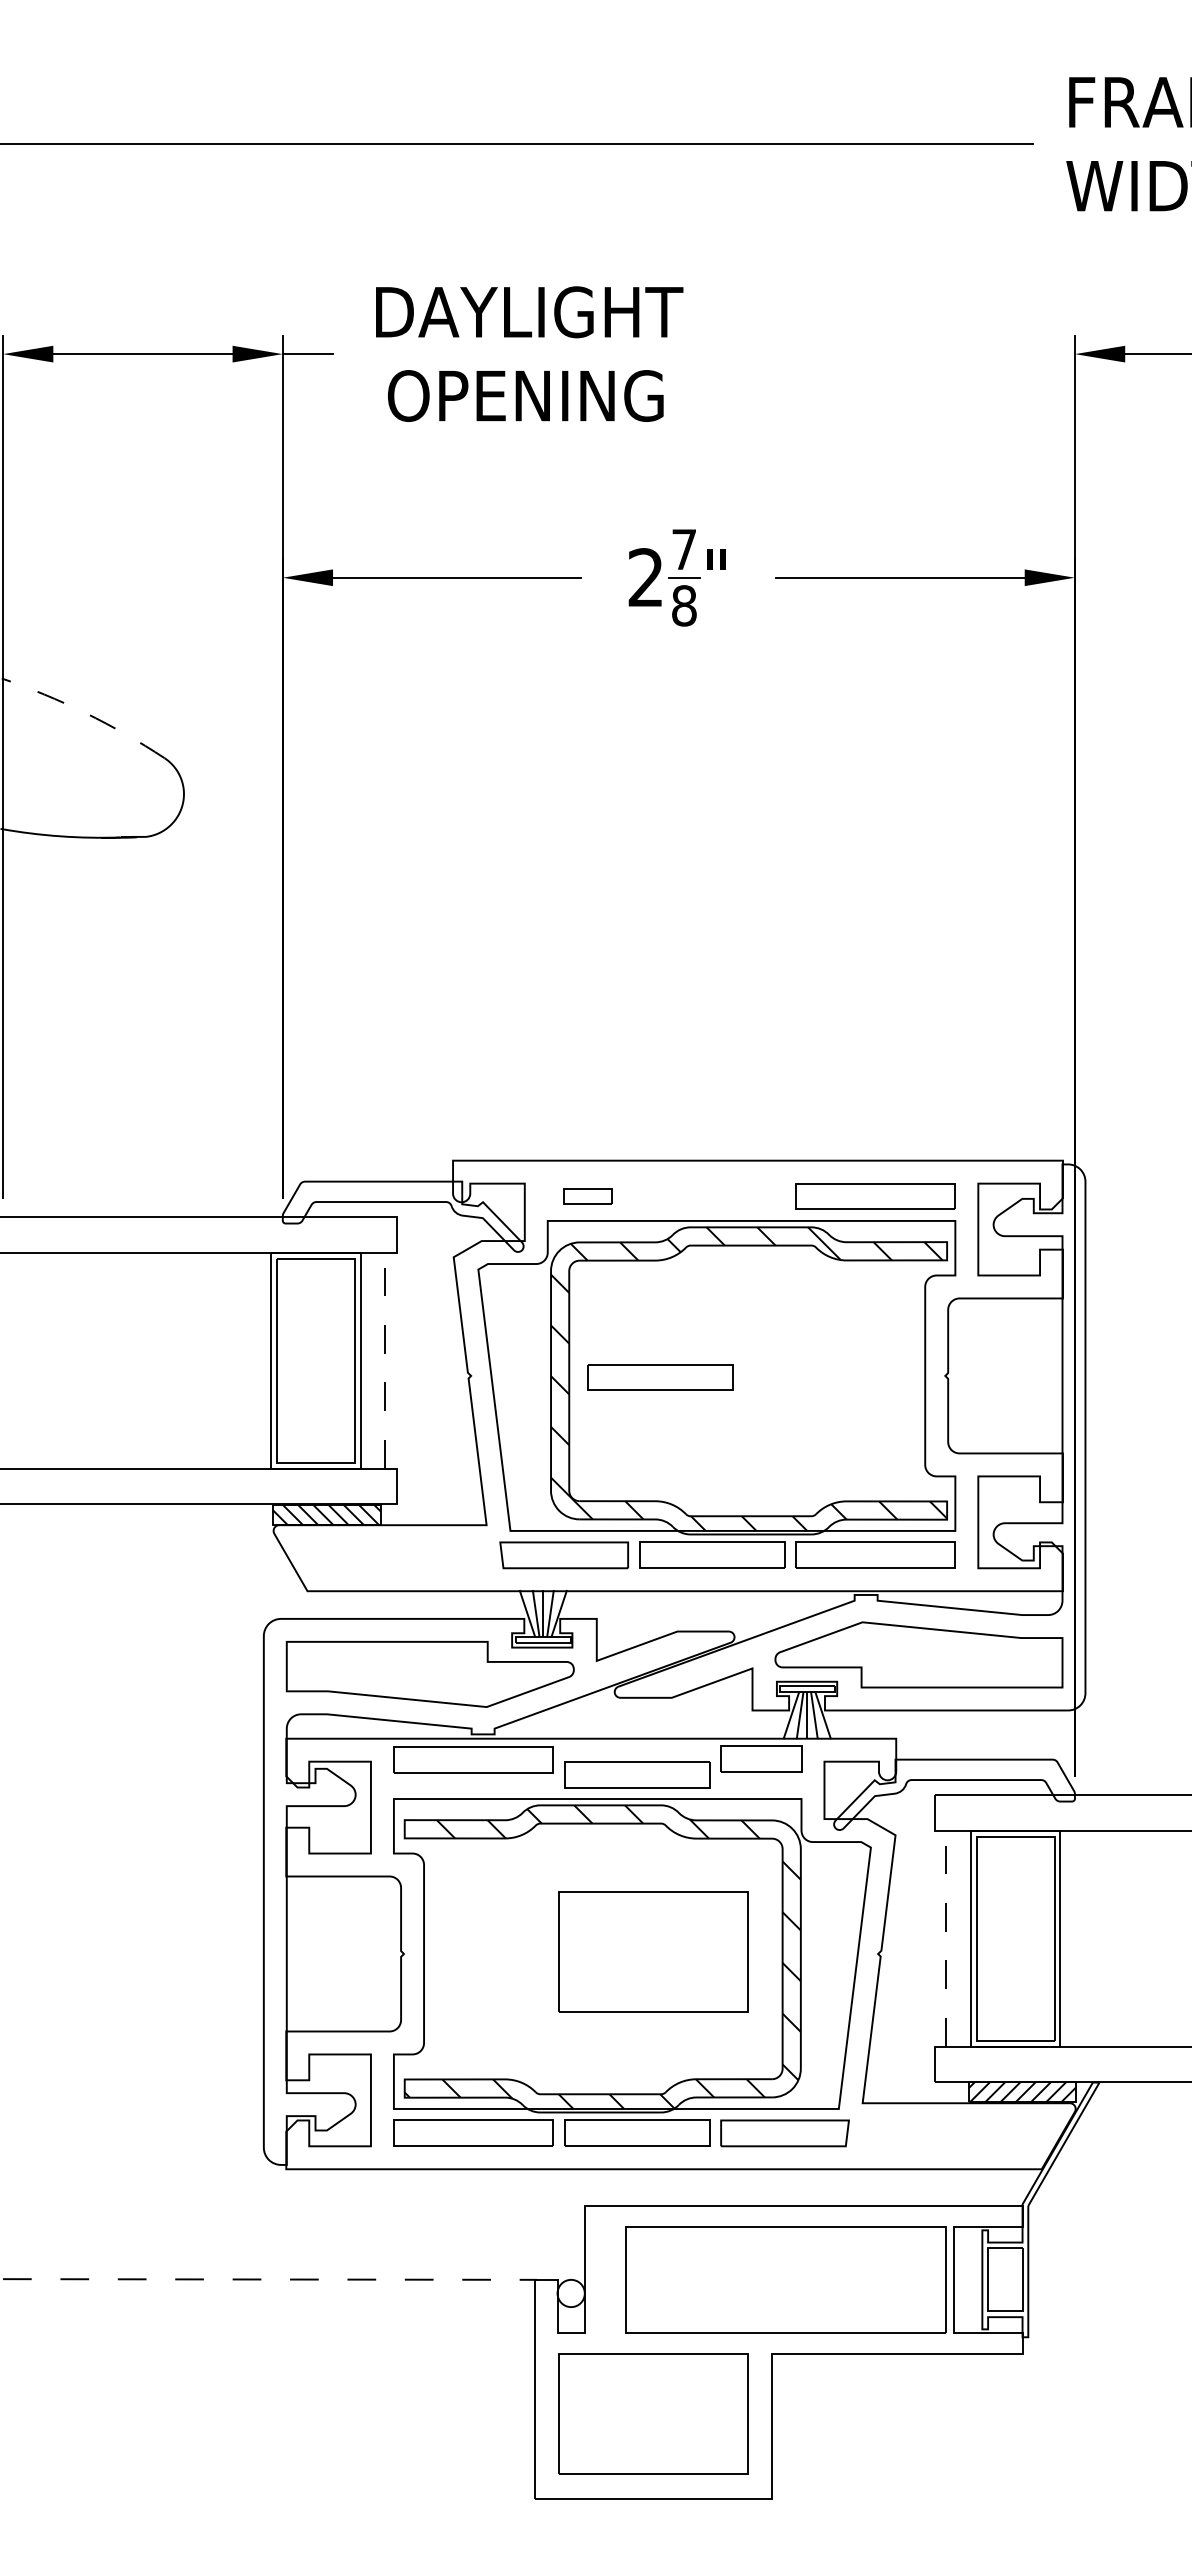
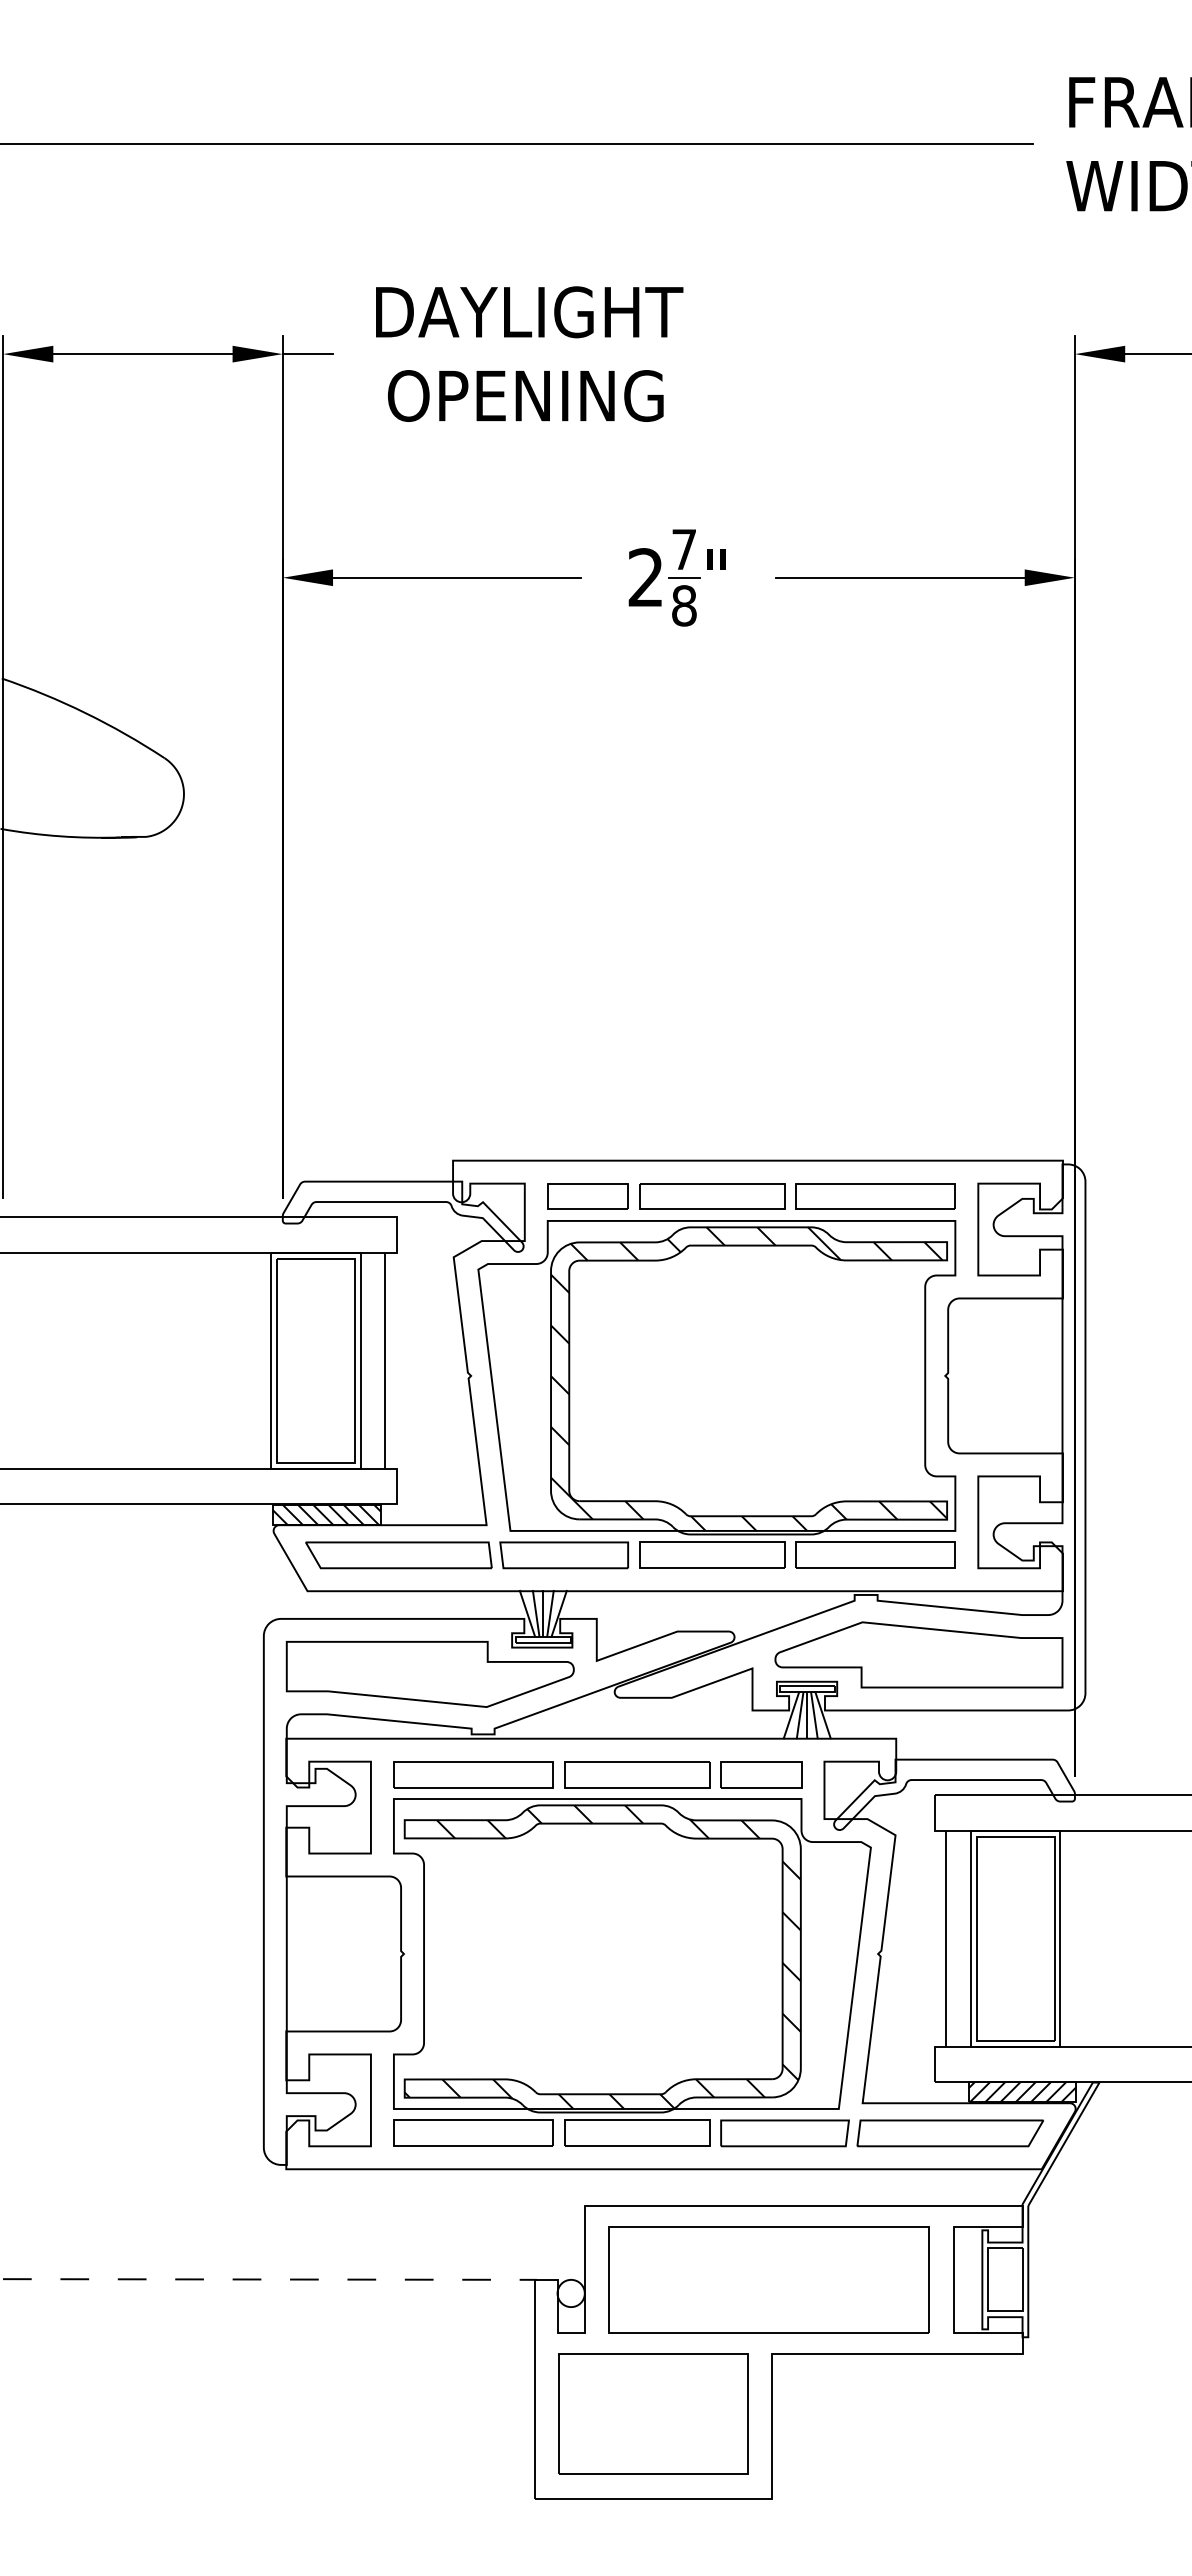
line at (85, 713): dashed -> solid
part at (587, 1196) size: 50x17 px -> 82x27 px
line at (385, 1360): dashed -> solid
part at (660, 1377) position: (660, 1377) -> (712, 1196)
part at (398, 1555): none -> present
part at (761, 1758) position: (761, 1758) -> (761, 1774)
part at (473, 1759) position: (473, 1759) -> (473, 1774)
line at (946, 1938): dashed -> solid
part at (653, 1951): present -> none
part at (949, 2133): none -> present
part at (785, 2279) position: (785, 2279) -> (768, 2279)
